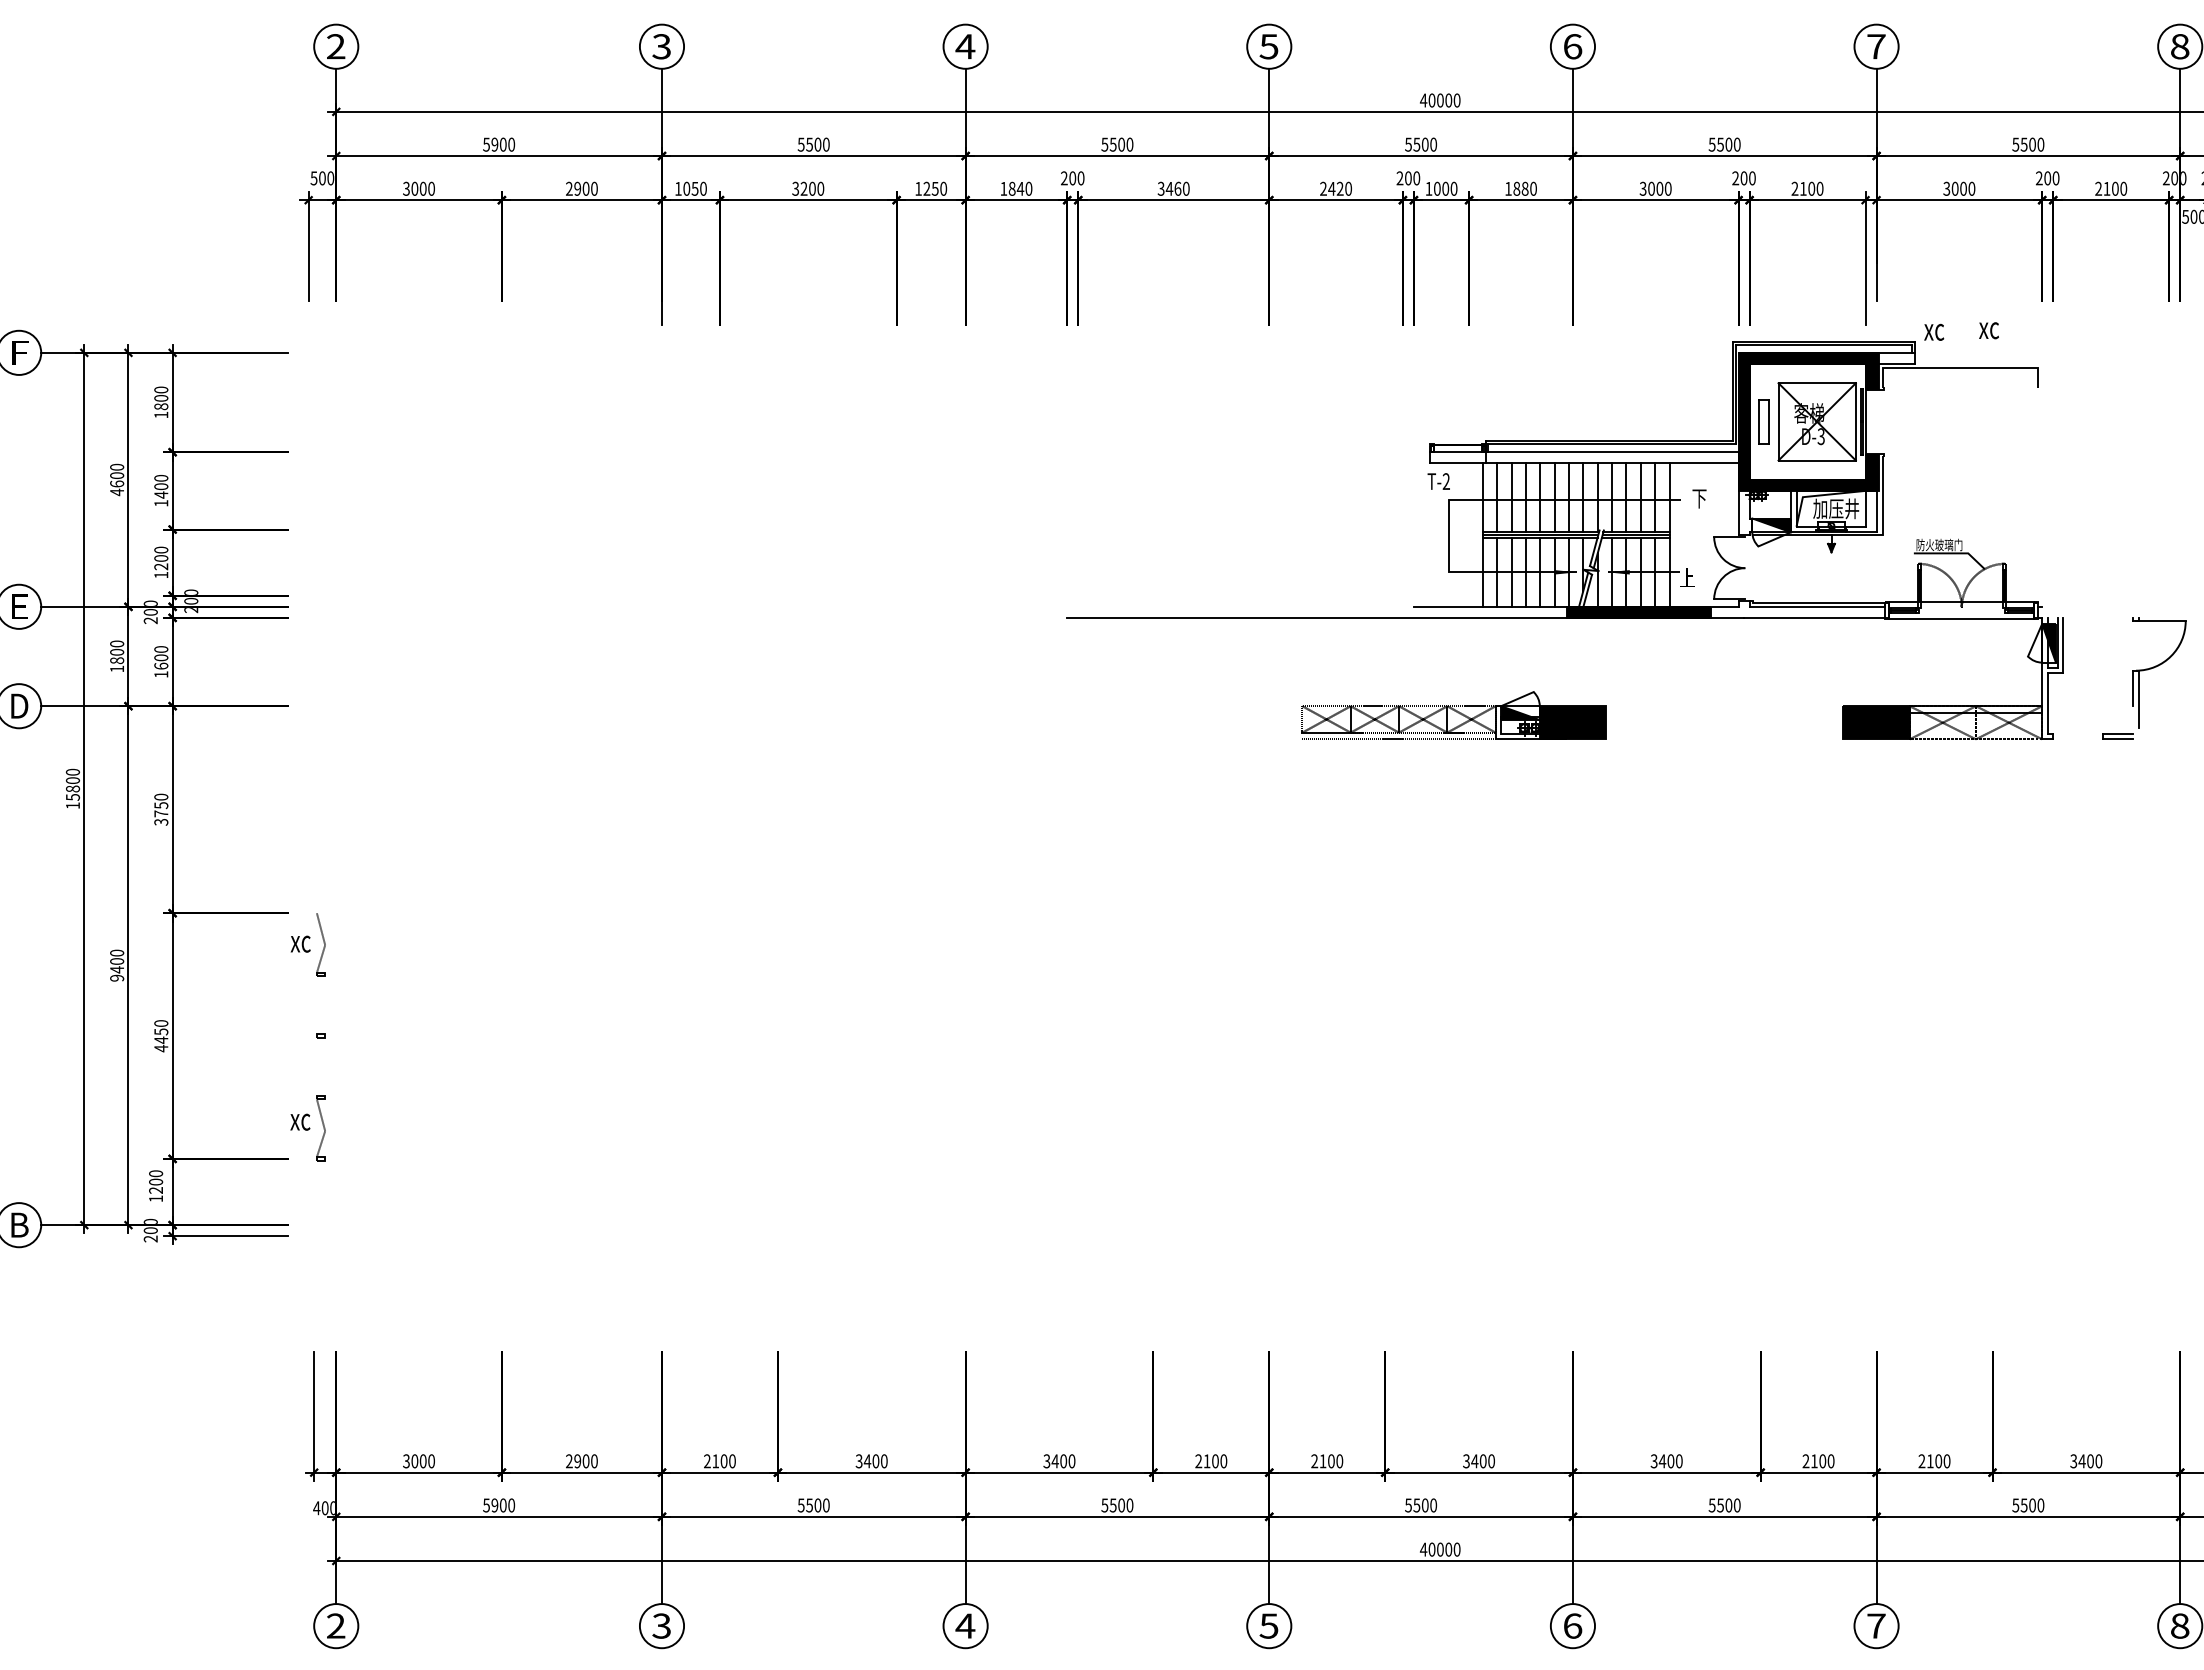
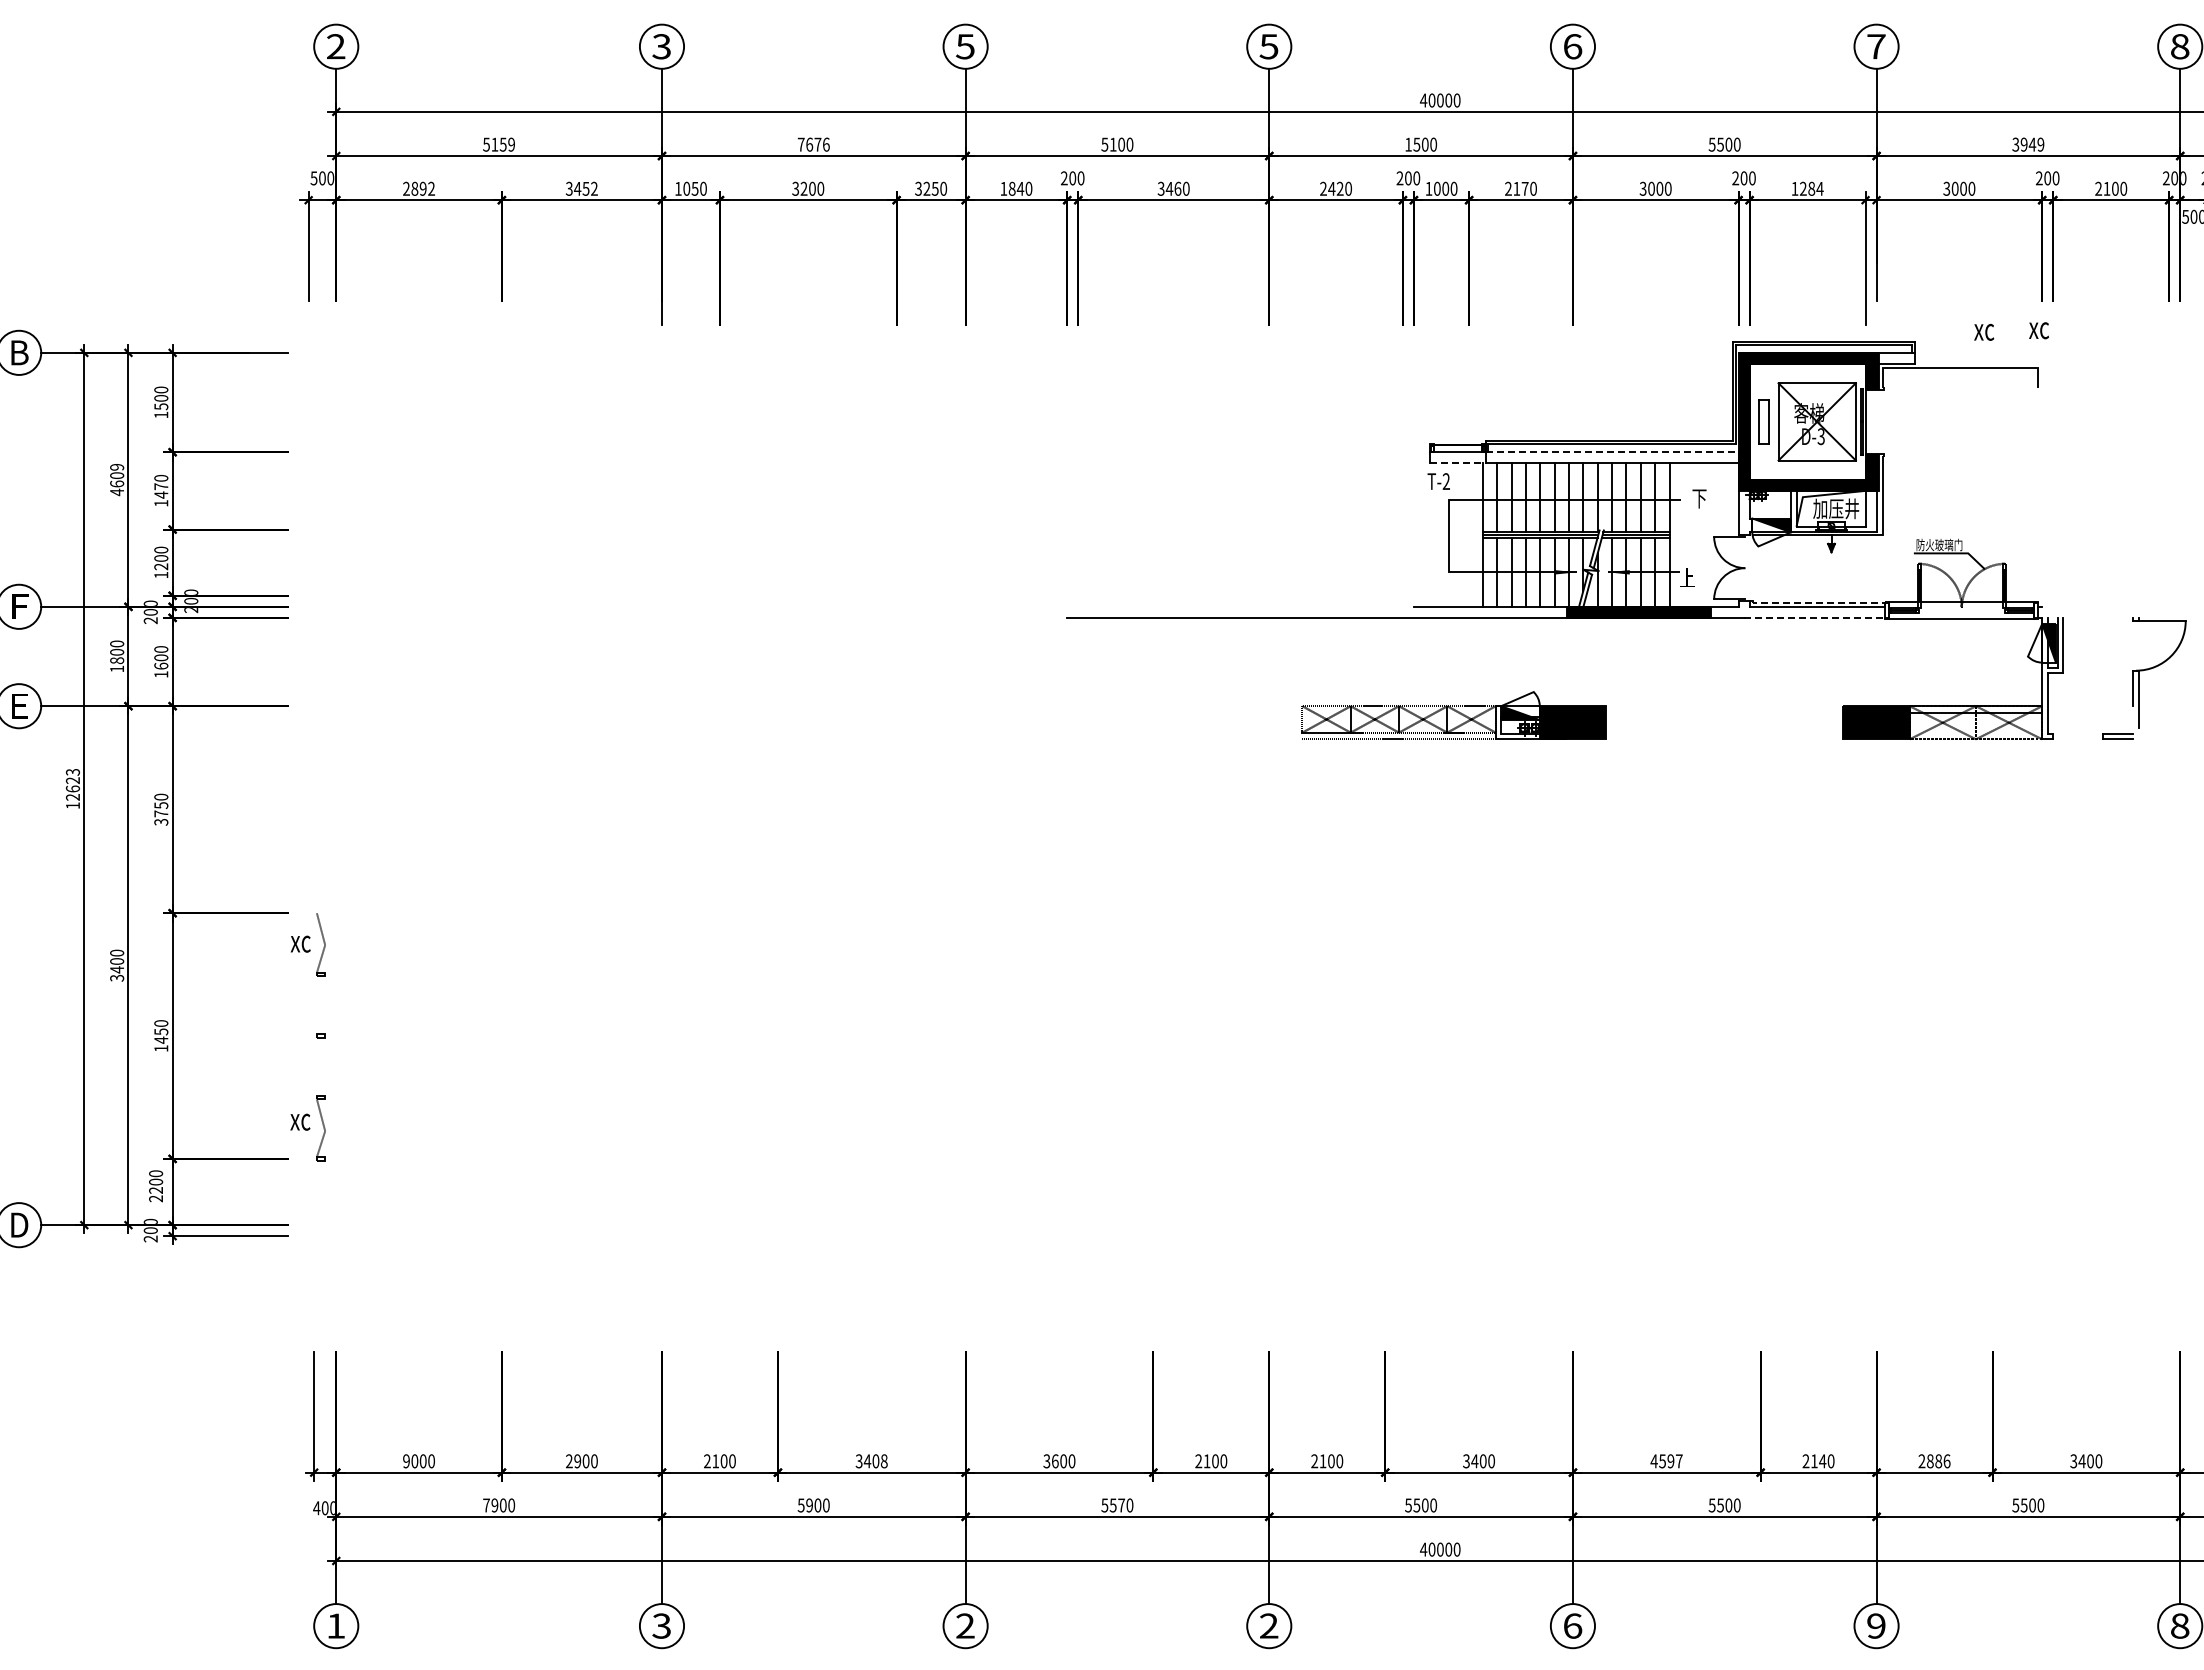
text at (965, 46): 4 -> 5
text at (503, 144): 5900 -> 5159
text at (813, 144): 5500 -> 7676
text at (1112, 144): 5500 -> 5100
text at (1408, 144): 5500 -> 1500
text at (2028, 144): 5500 -> 3949
text at (418, 188): 3000 -> 2892
text at (581, 188): 2900 -> 3452
text at (918, 188): 1250 -> 3250
text at (1516, 188): 1880 -> 2170
text at (1807, 188): 2100 -> 1284
text at (1961, 331) position: (1961, 331) -> (2011, 331)
text at (19, 352): F -> B
text at (161, 406): 1800 -> 1500
line at (1612, 452): solid -> dashed
line at (1458, 463): solid -> dashed
text at (117, 466): 4600 -> 4609
text at (161, 486): 1400 -> 1470
line at (1819, 602): solid -> dashed
text at (21, 606): E -> F
line at (1814, 617): solid -> dashed
text at (19, 705): D -> E
text at (72, 784): 15800 -> 12623
text at (117, 977): 9400 -> 3400
text at (161, 1048): 4450 -> 1450
text at (155, 1198): 1200 -> 2200
text at (19, 1224): B -> D
text at (406, 1461): 3000 -> 9000
text at (883, 1461): 3400 -> 3408
text at (1054, 1461): 3400 -> 3600
text at (1666, 1461): 3400 -> 4597
text at (1822, 1461): 2100 -> 2140
text at (1938, 1461): 2100 -> 2886
text at (486, 1505): 5900 -> 7900
text at (809, 1505): 5500 -> 5900
text at (1121, 1505): 5500 -> 5570
text at (336, 1625): 2 -> 1
text at (965, 1625): 4 -> 2
text at (1268, 1625): 5 -> 2
text at (1876, 1625): 7 -> 9
